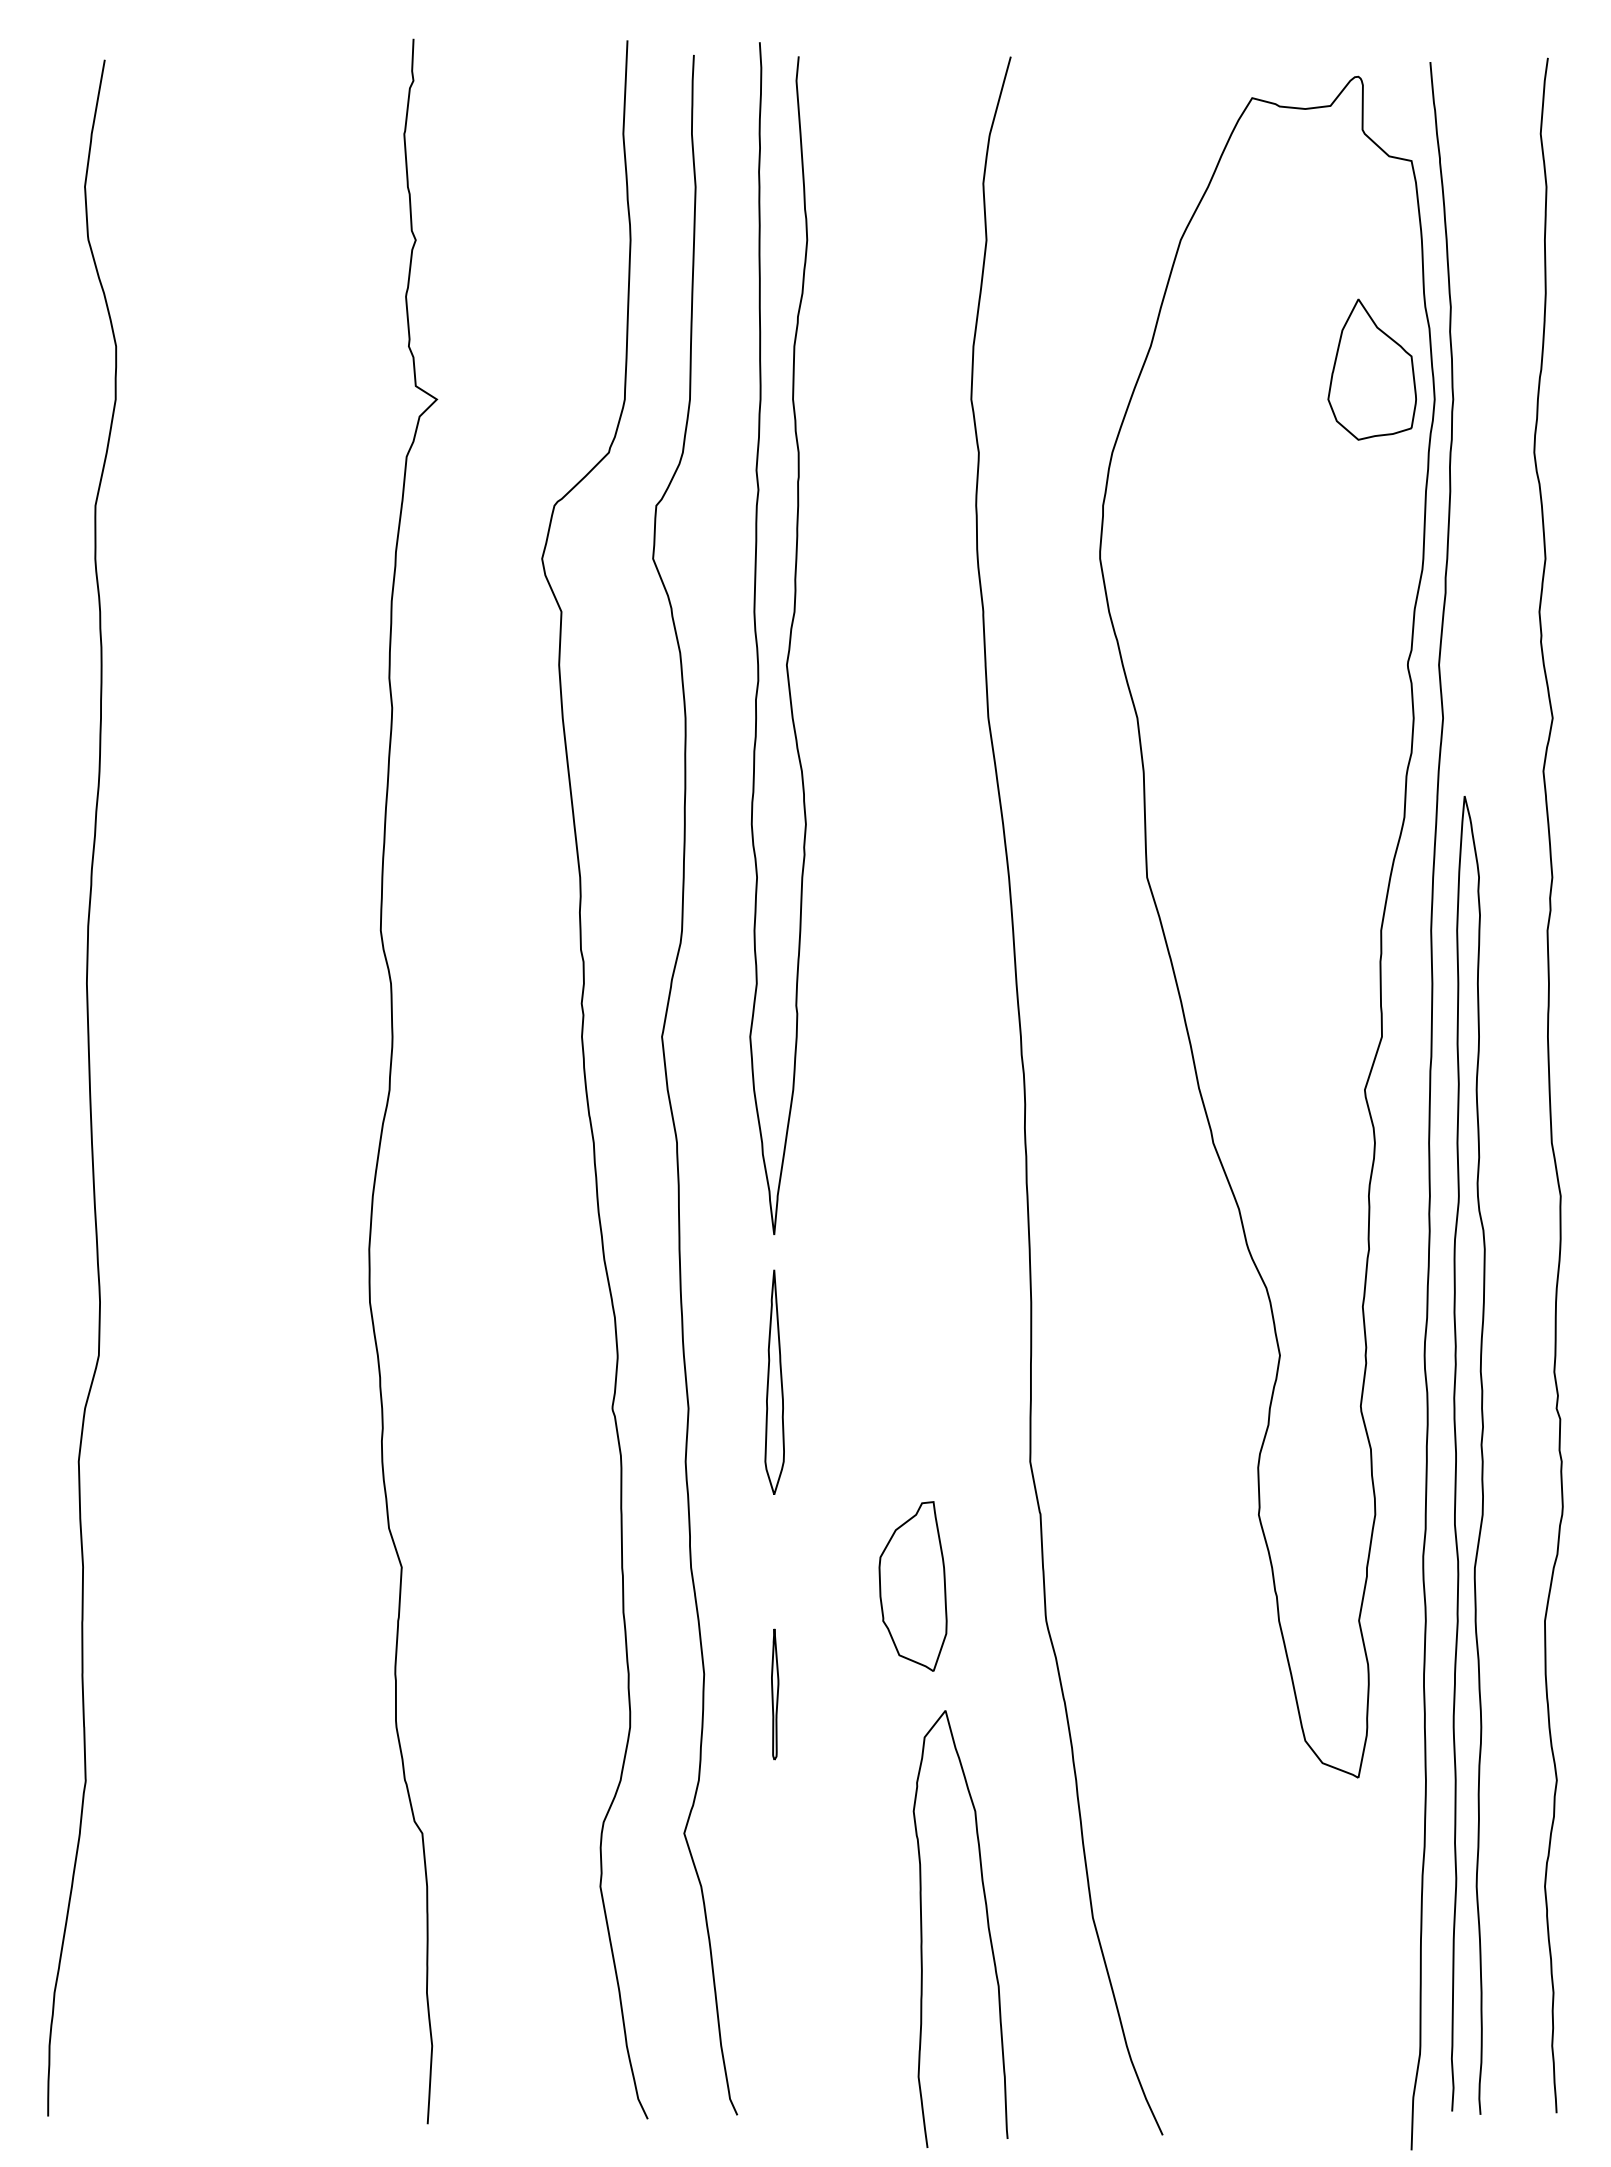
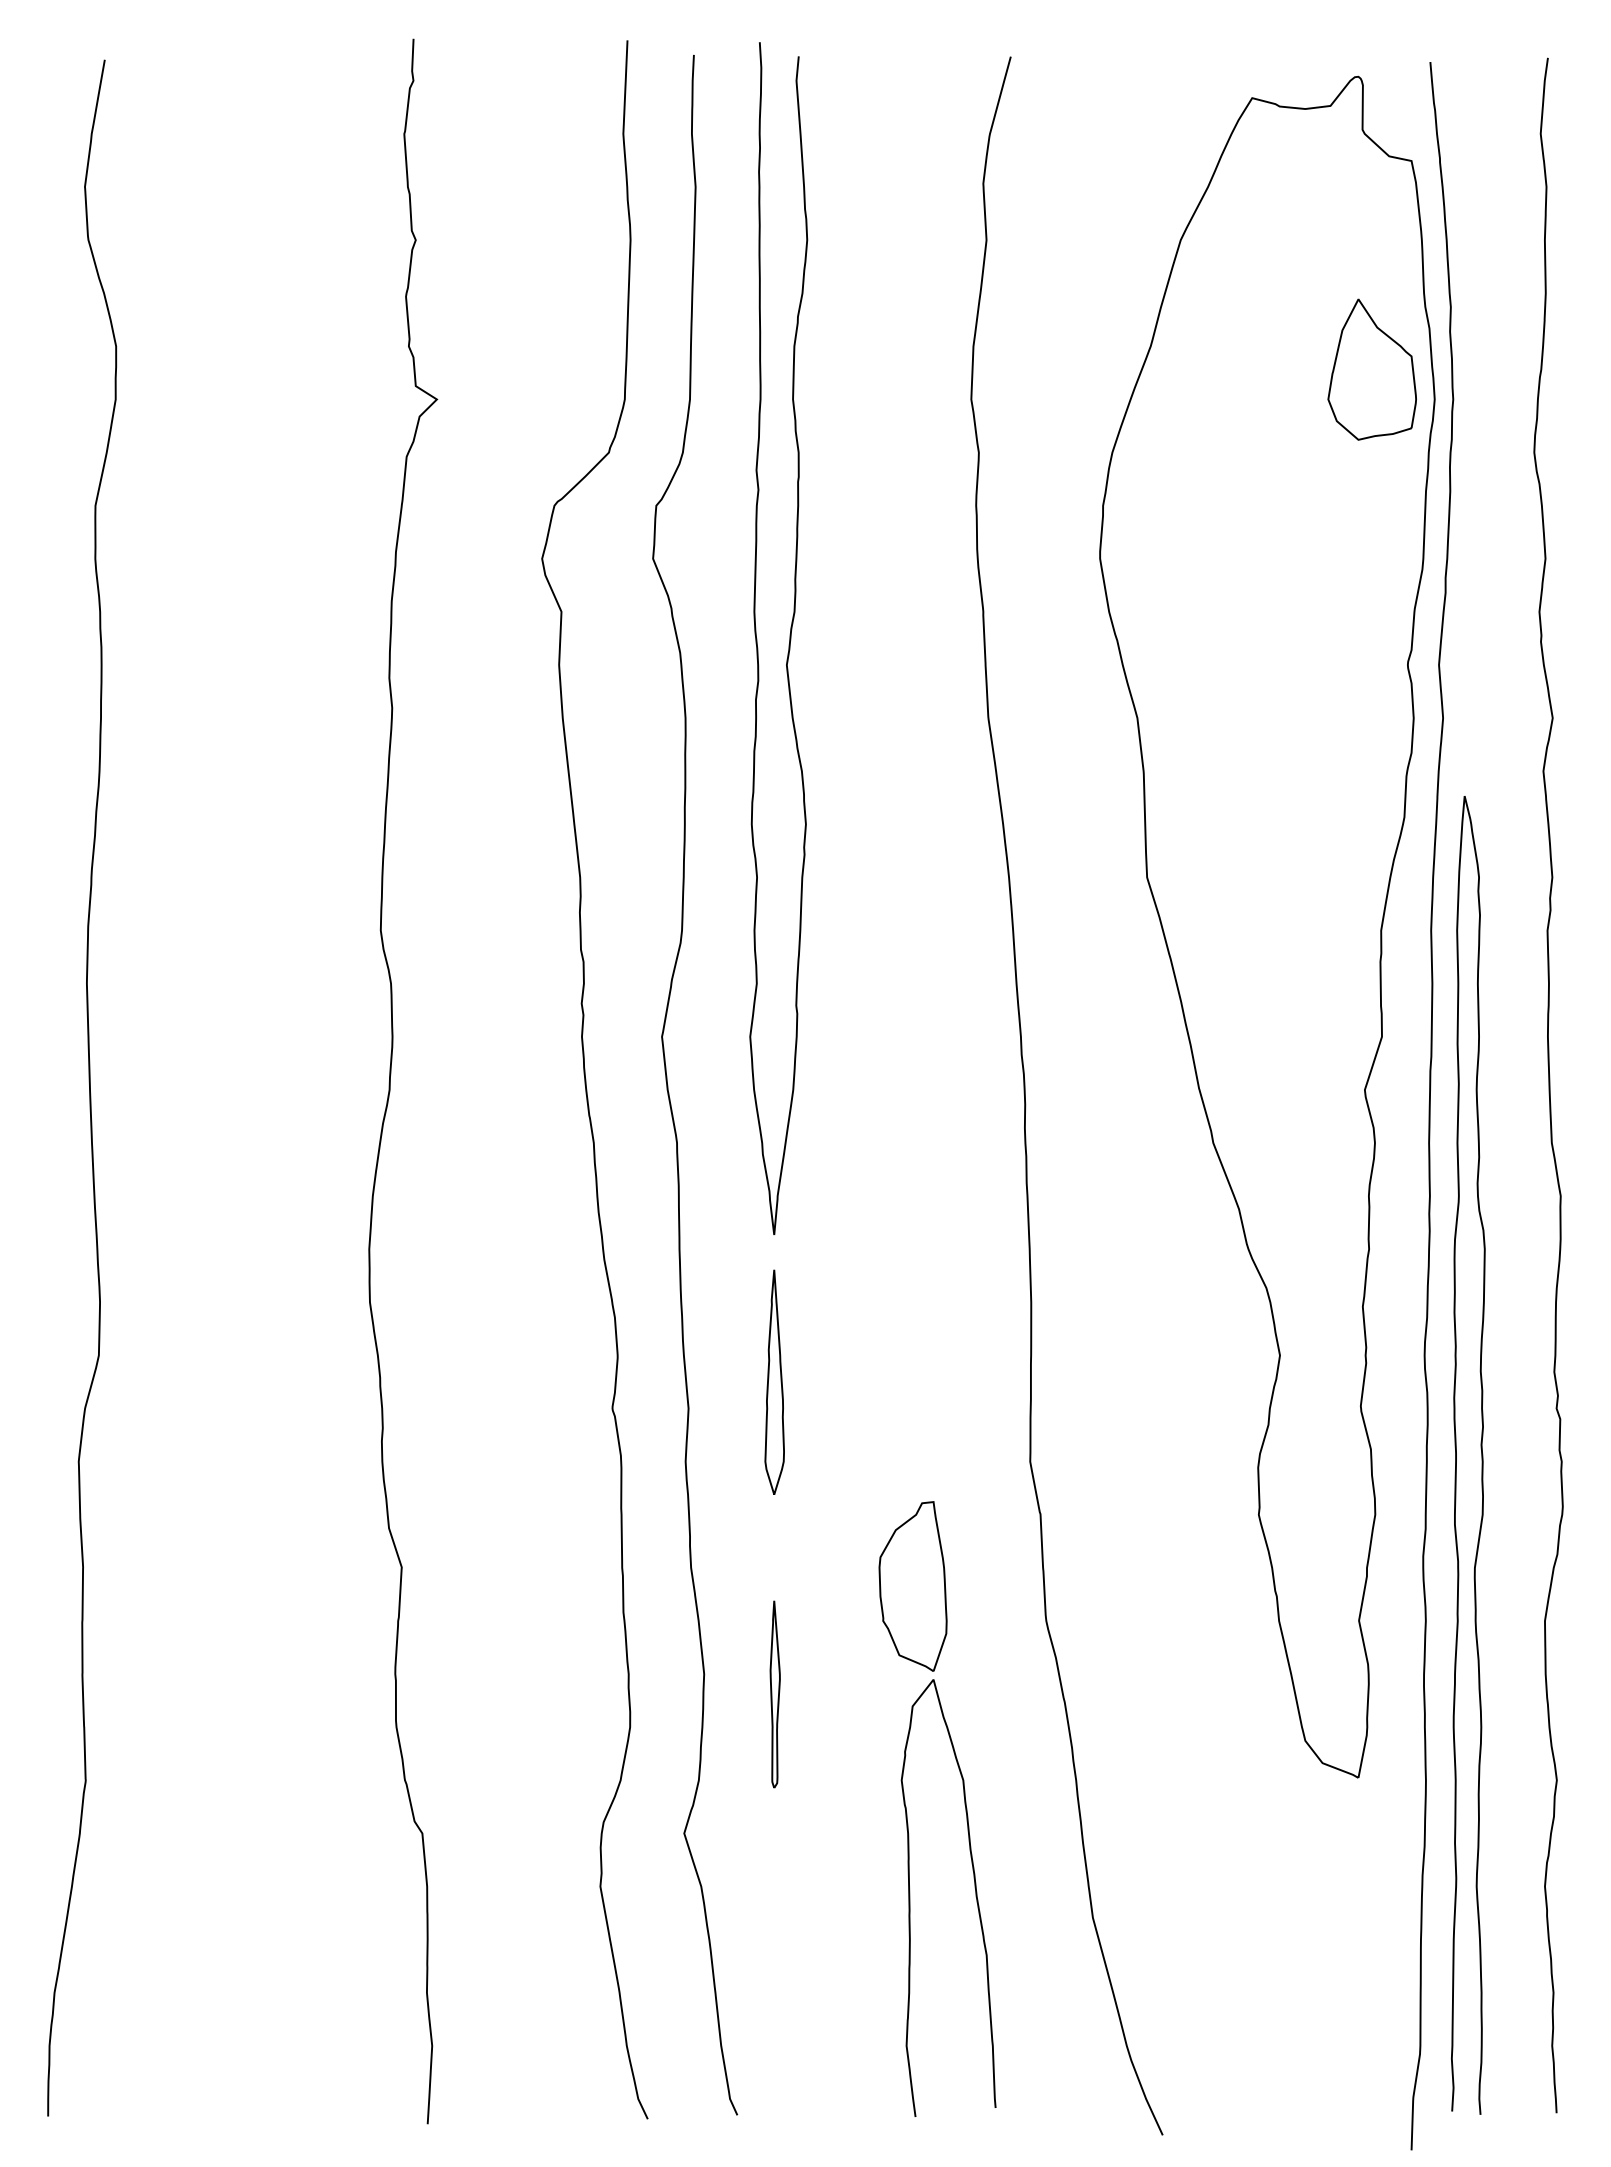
part at (775, 1694) size: 9x133 px -> 12x189 px
curve at (987, 1927) position: (987, 1927) -> (975, 1896)
